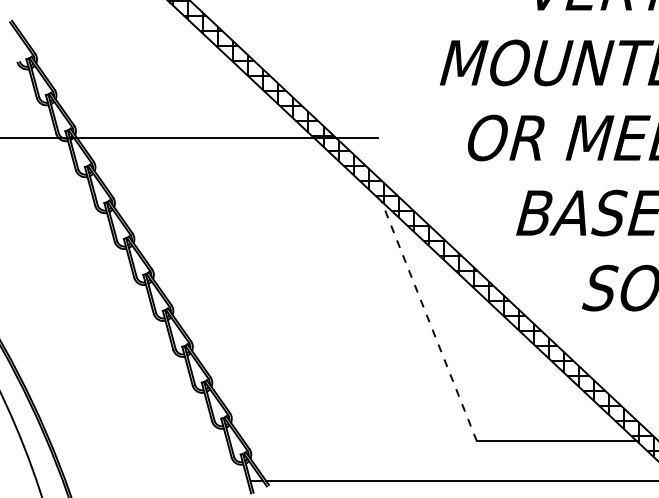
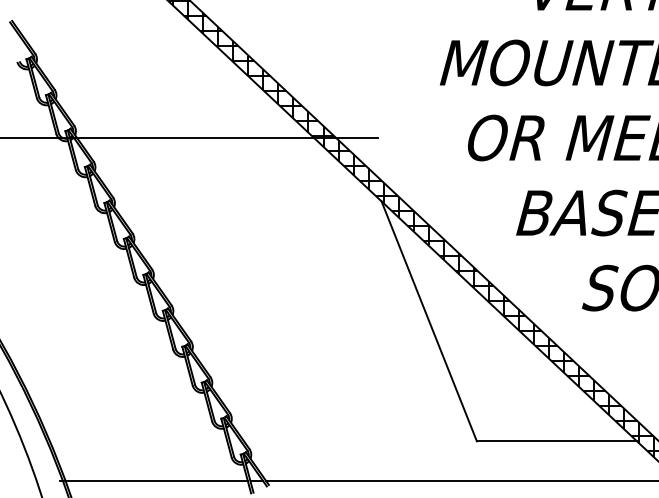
line at (428, 320): dashed -> solid
line at (153, 481): none -> present
